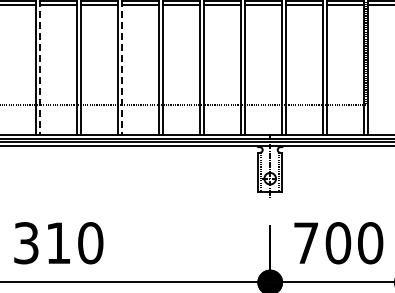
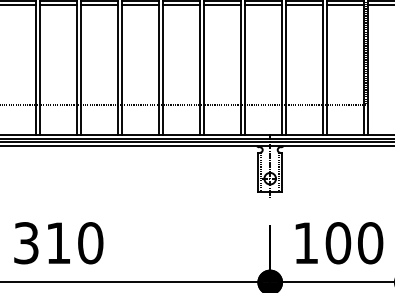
line at (40, 68): dashed -> solid
line at (122, 68): dashed -> solid
text at (306, 242): 700 -> 100
